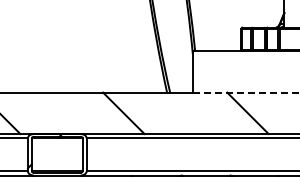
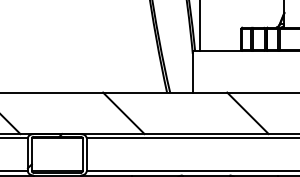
line at (200, 26): none -> present
line at (246, 92): dashed -> solid
